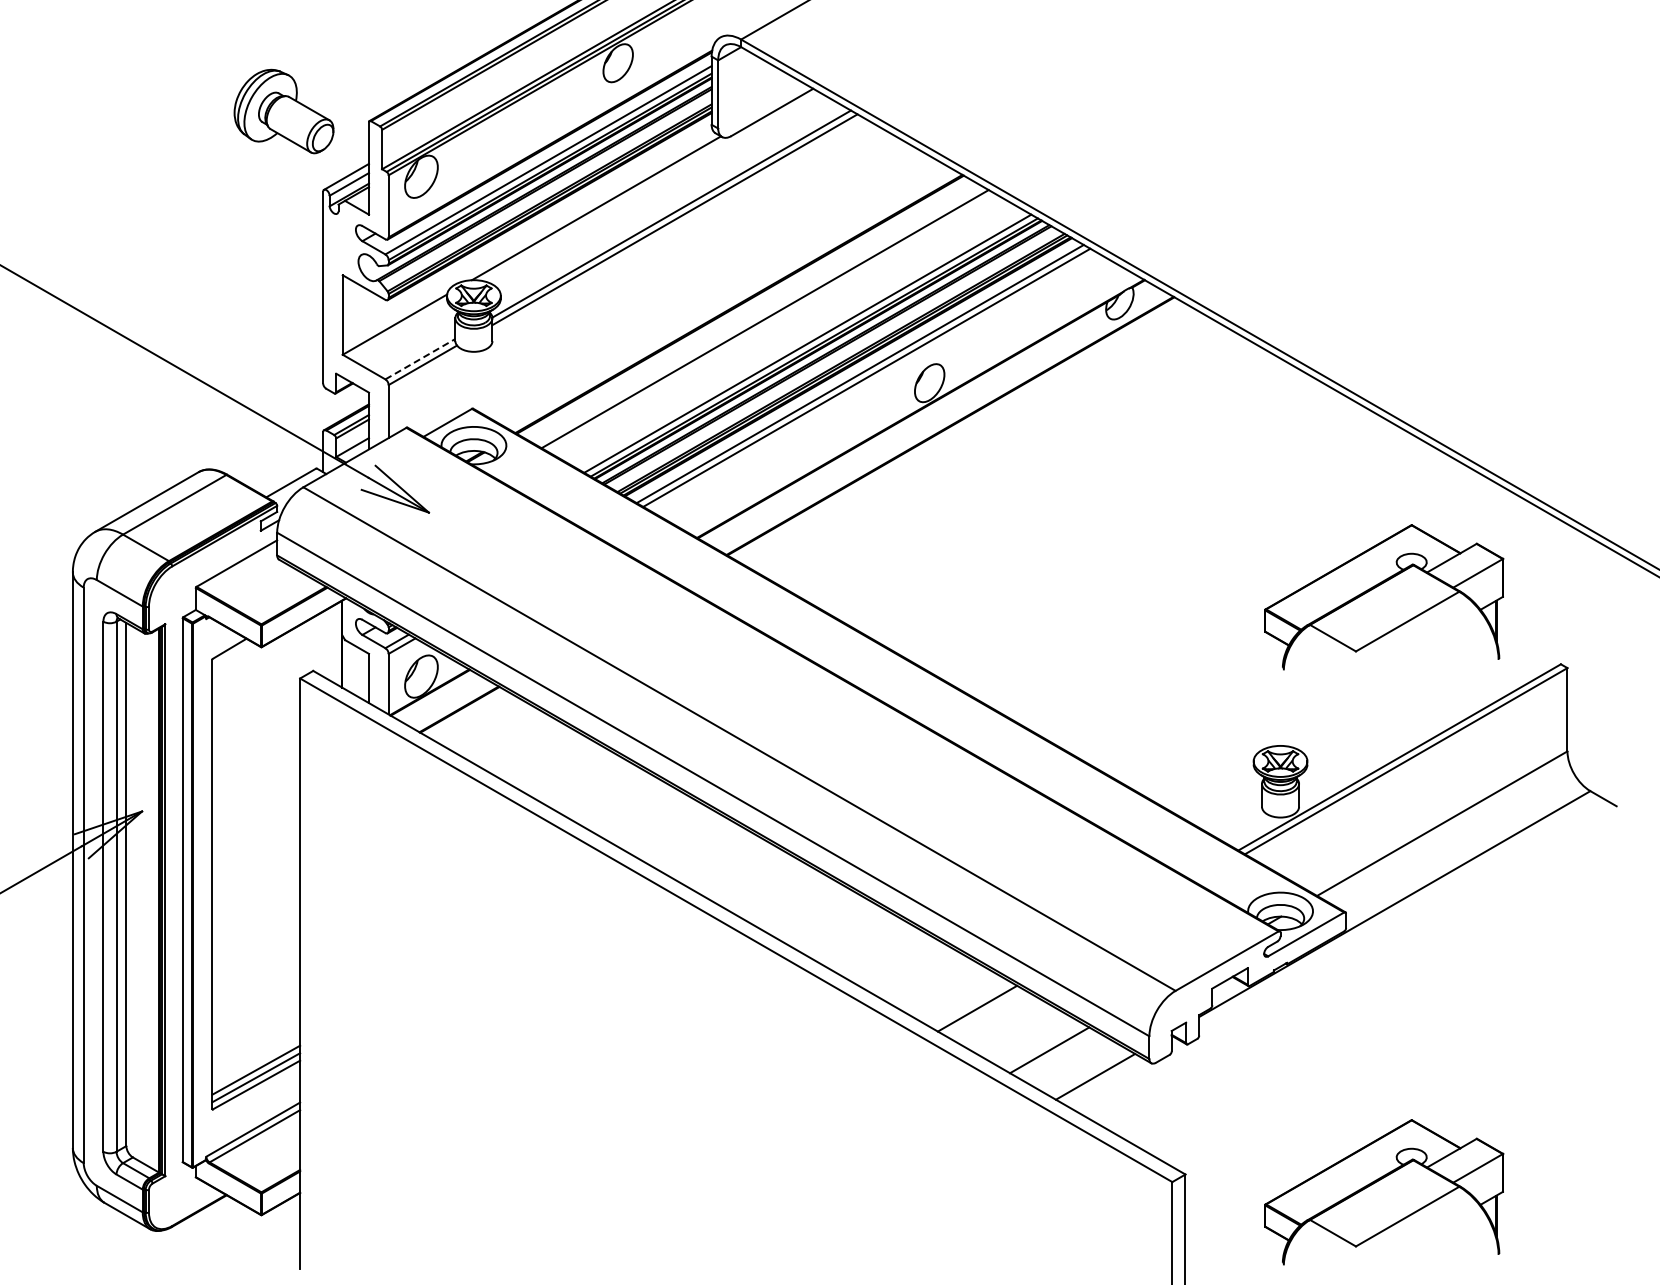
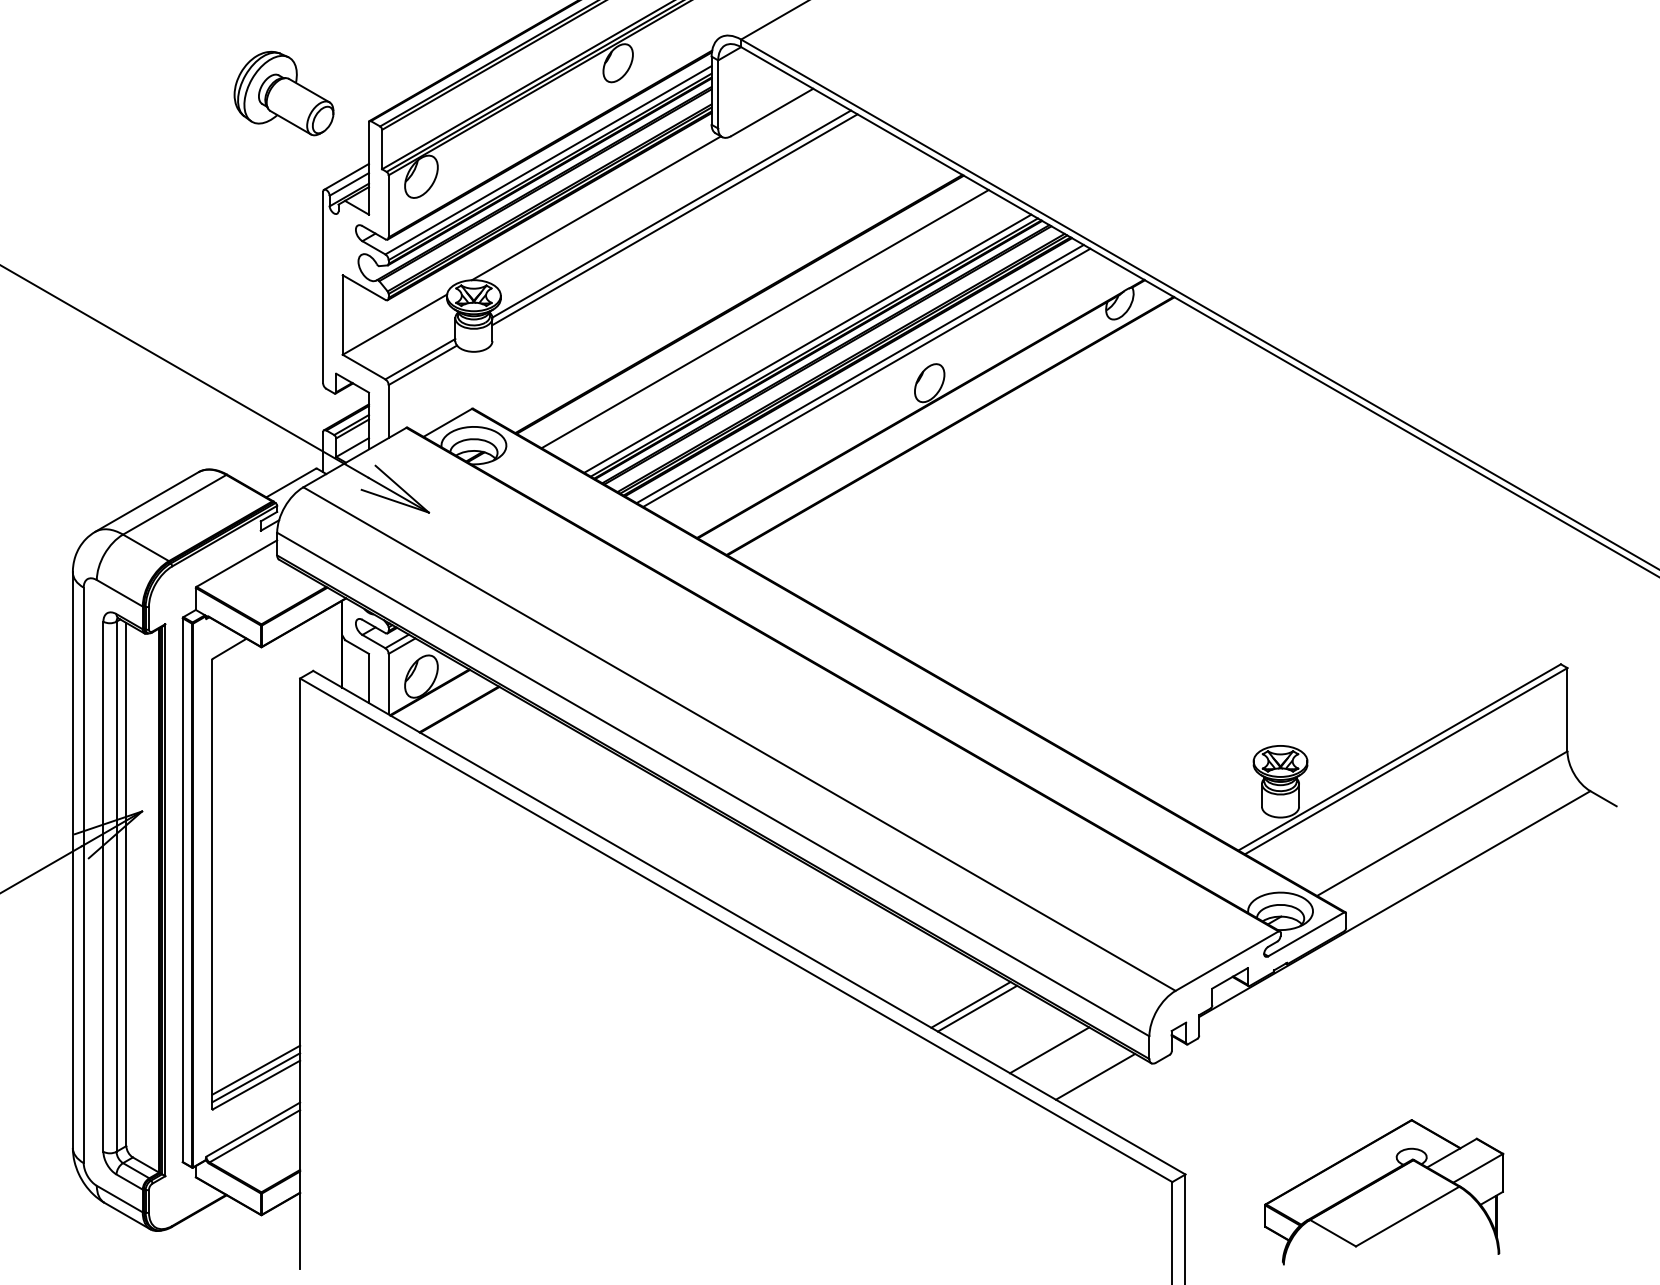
part at (283, 111) position: (283, 111) -> (283, 93)
line at (420, 358): dashed -> solid
part at (1384, 597): present -> none
line at (970, 1004): none -> present
